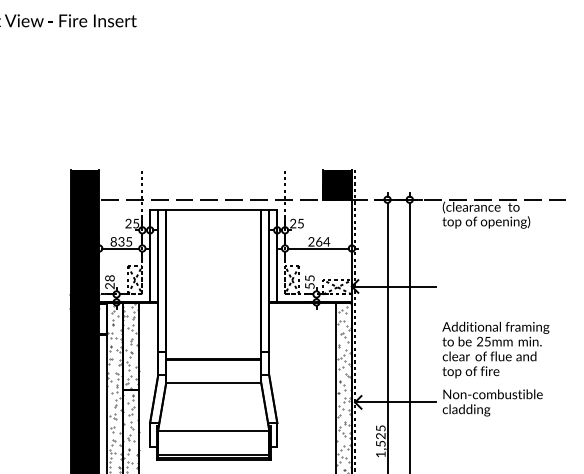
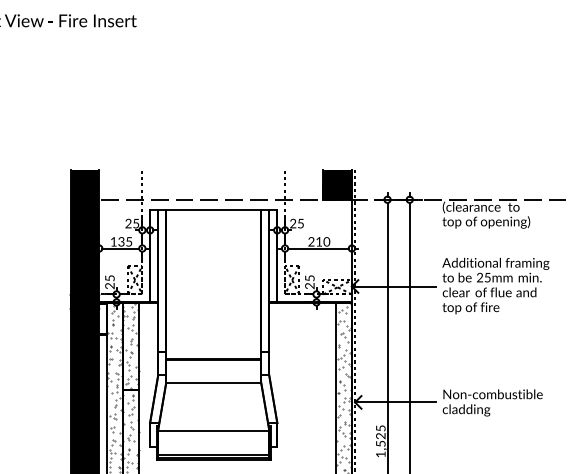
text at (113, 241): 835 -> 135
text at (323, 241): 264 -> 210
text at (109, 278): 28 -> 25
text at (309, 286): 55 -> 25
text at (495, 349) position: (495, 349) -> (495, 285)
